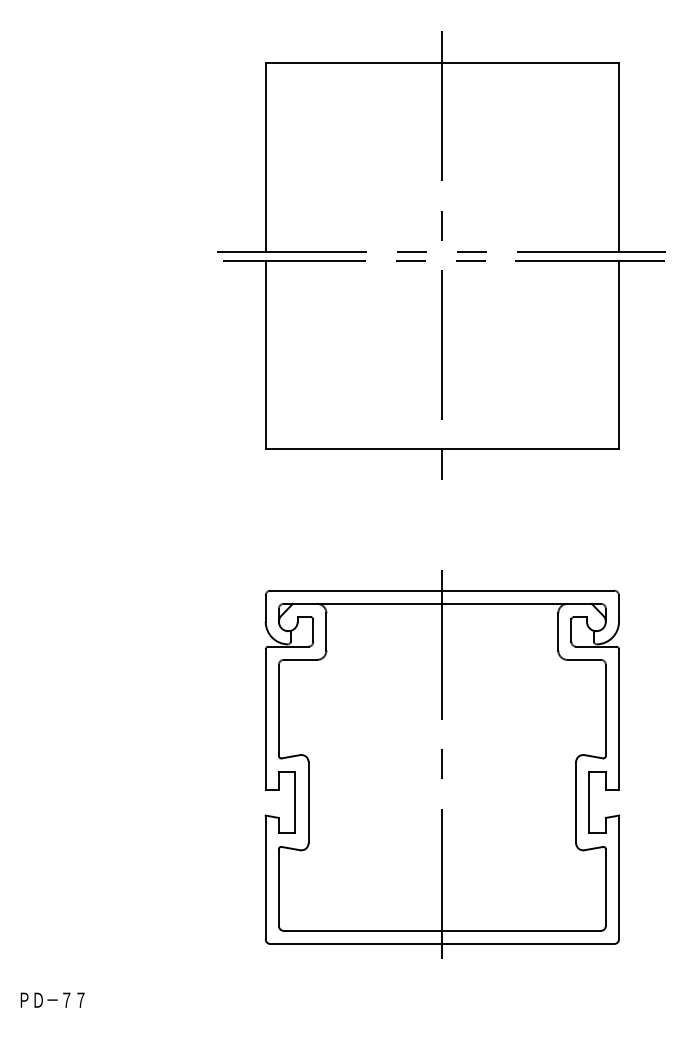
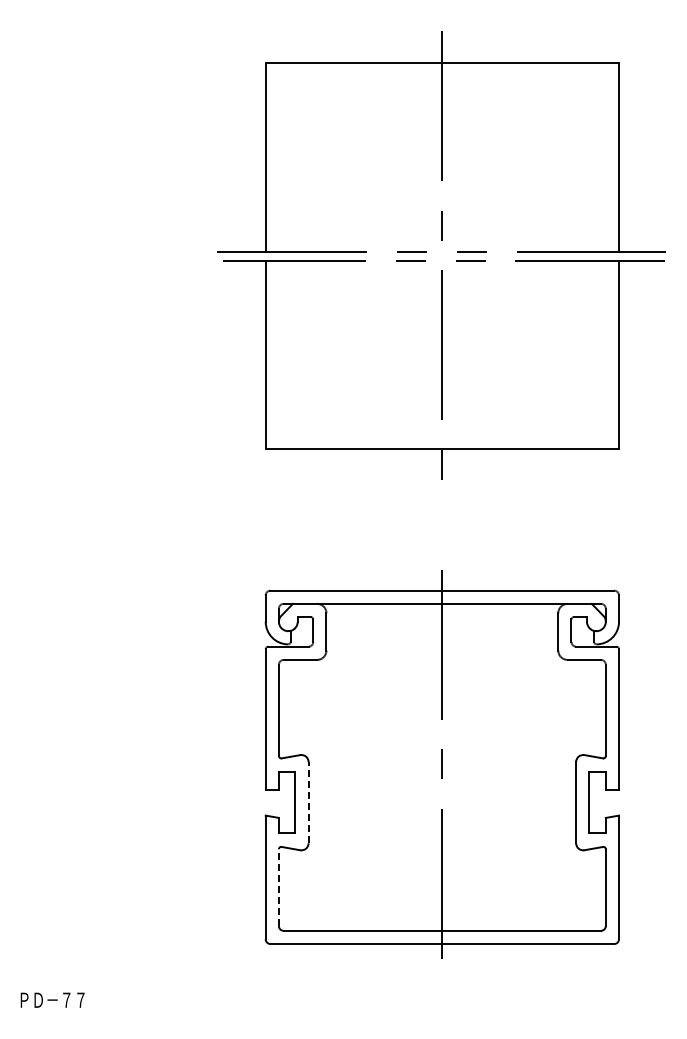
line at (308, 802): solid -> dashed
line at (278, 887): solid -> dashed
